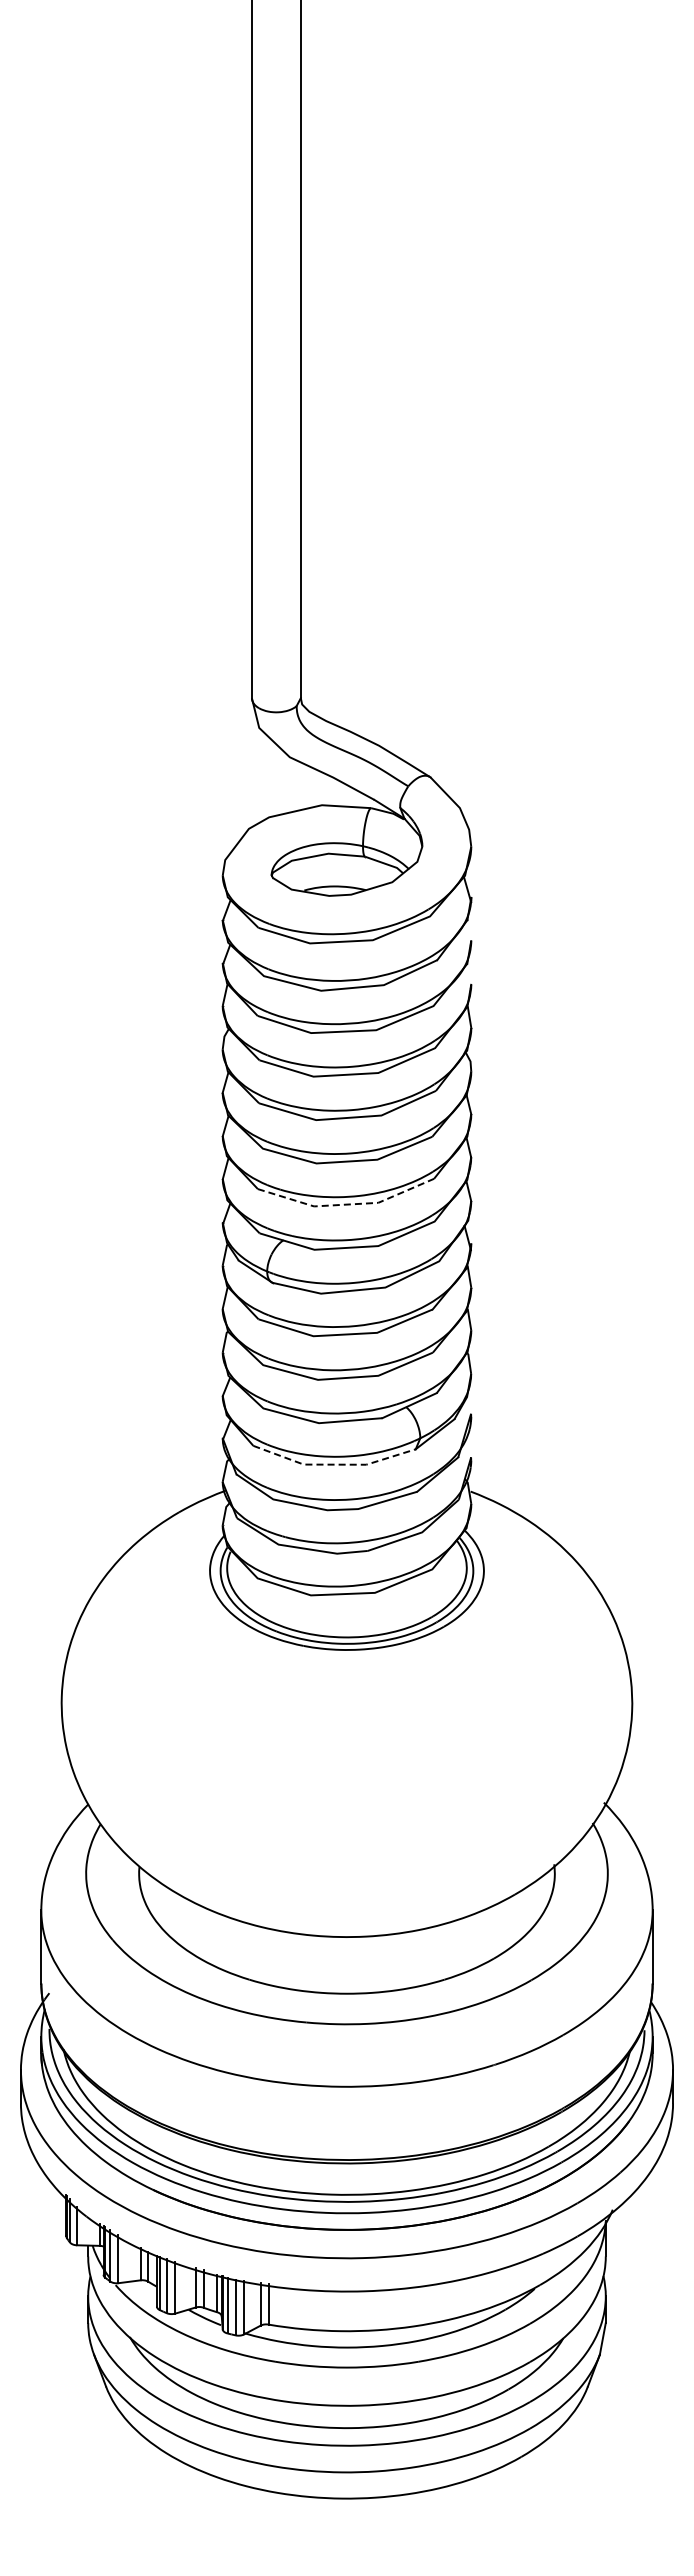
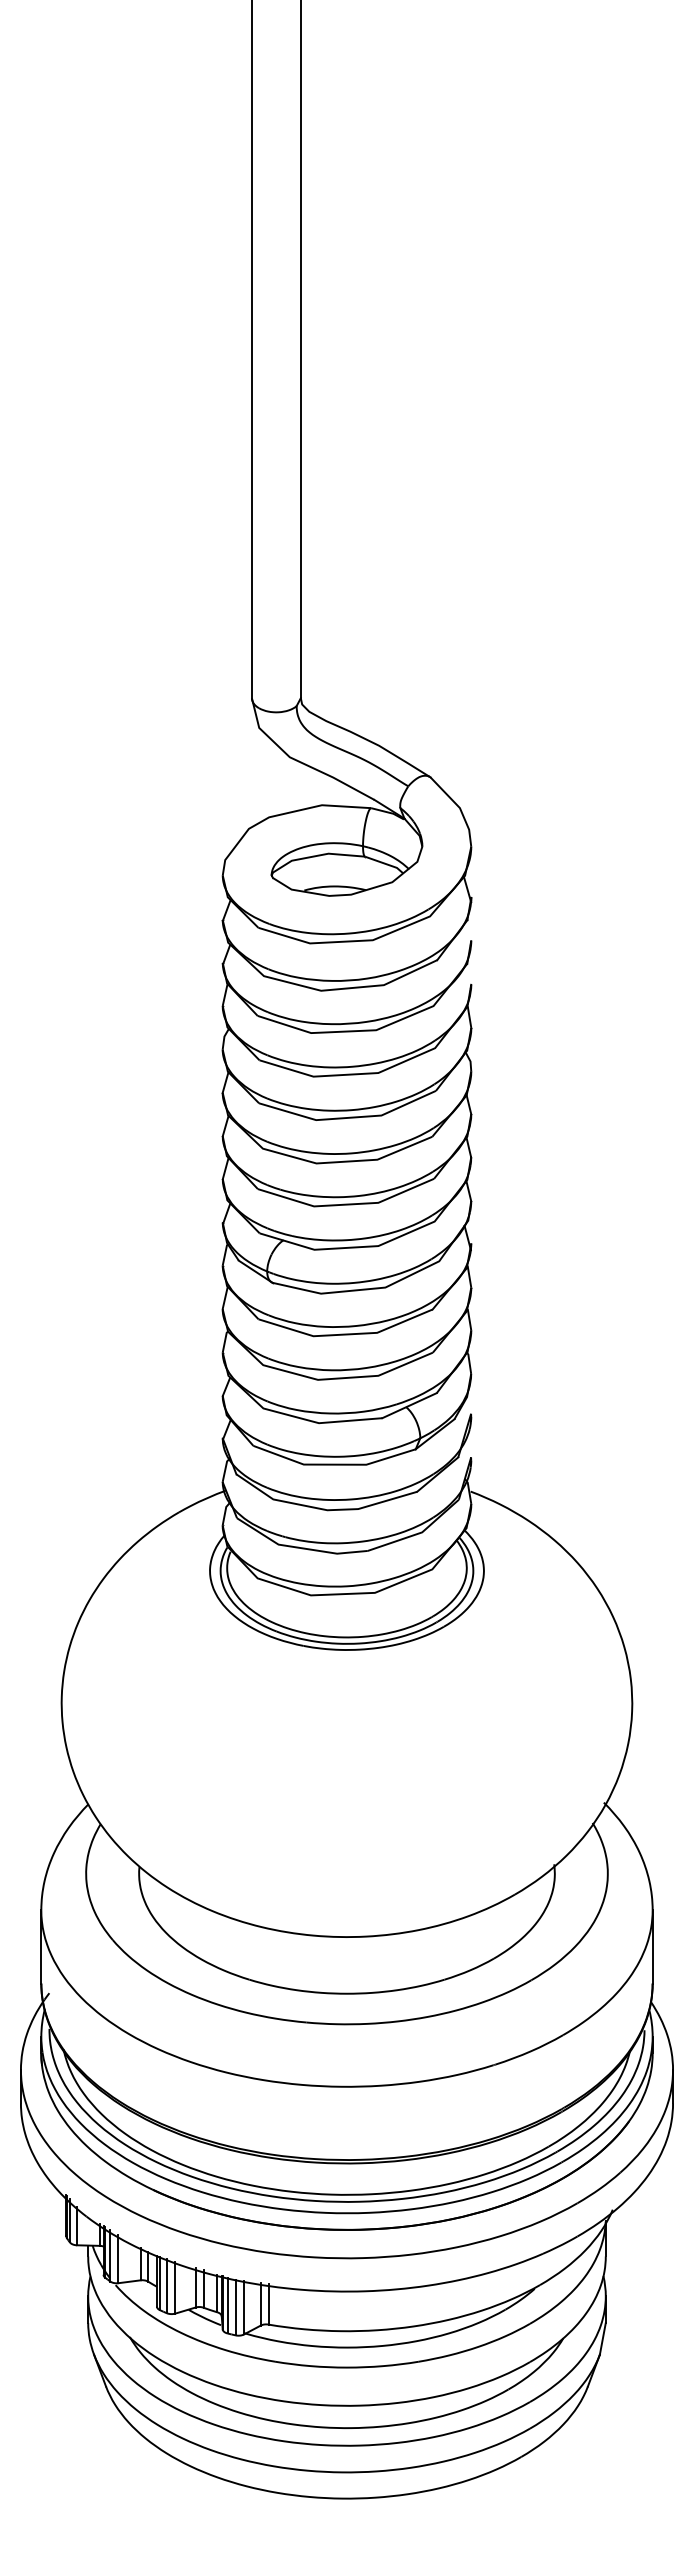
line at (347, 1204): dashed -> solid
line at (334, 1464): dashed -> solid
